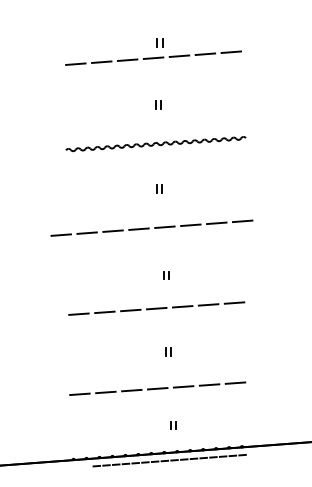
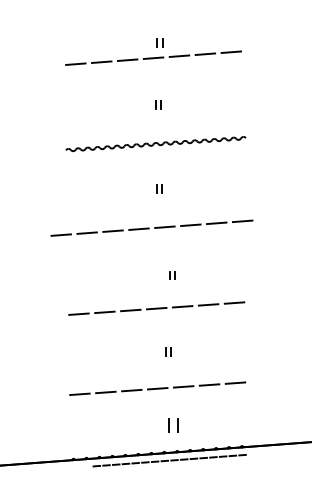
part at (166, 275) position: (166, 275) -> (172, 275)
part at (173, 425) size: 7x9 px -> 11x15 px
